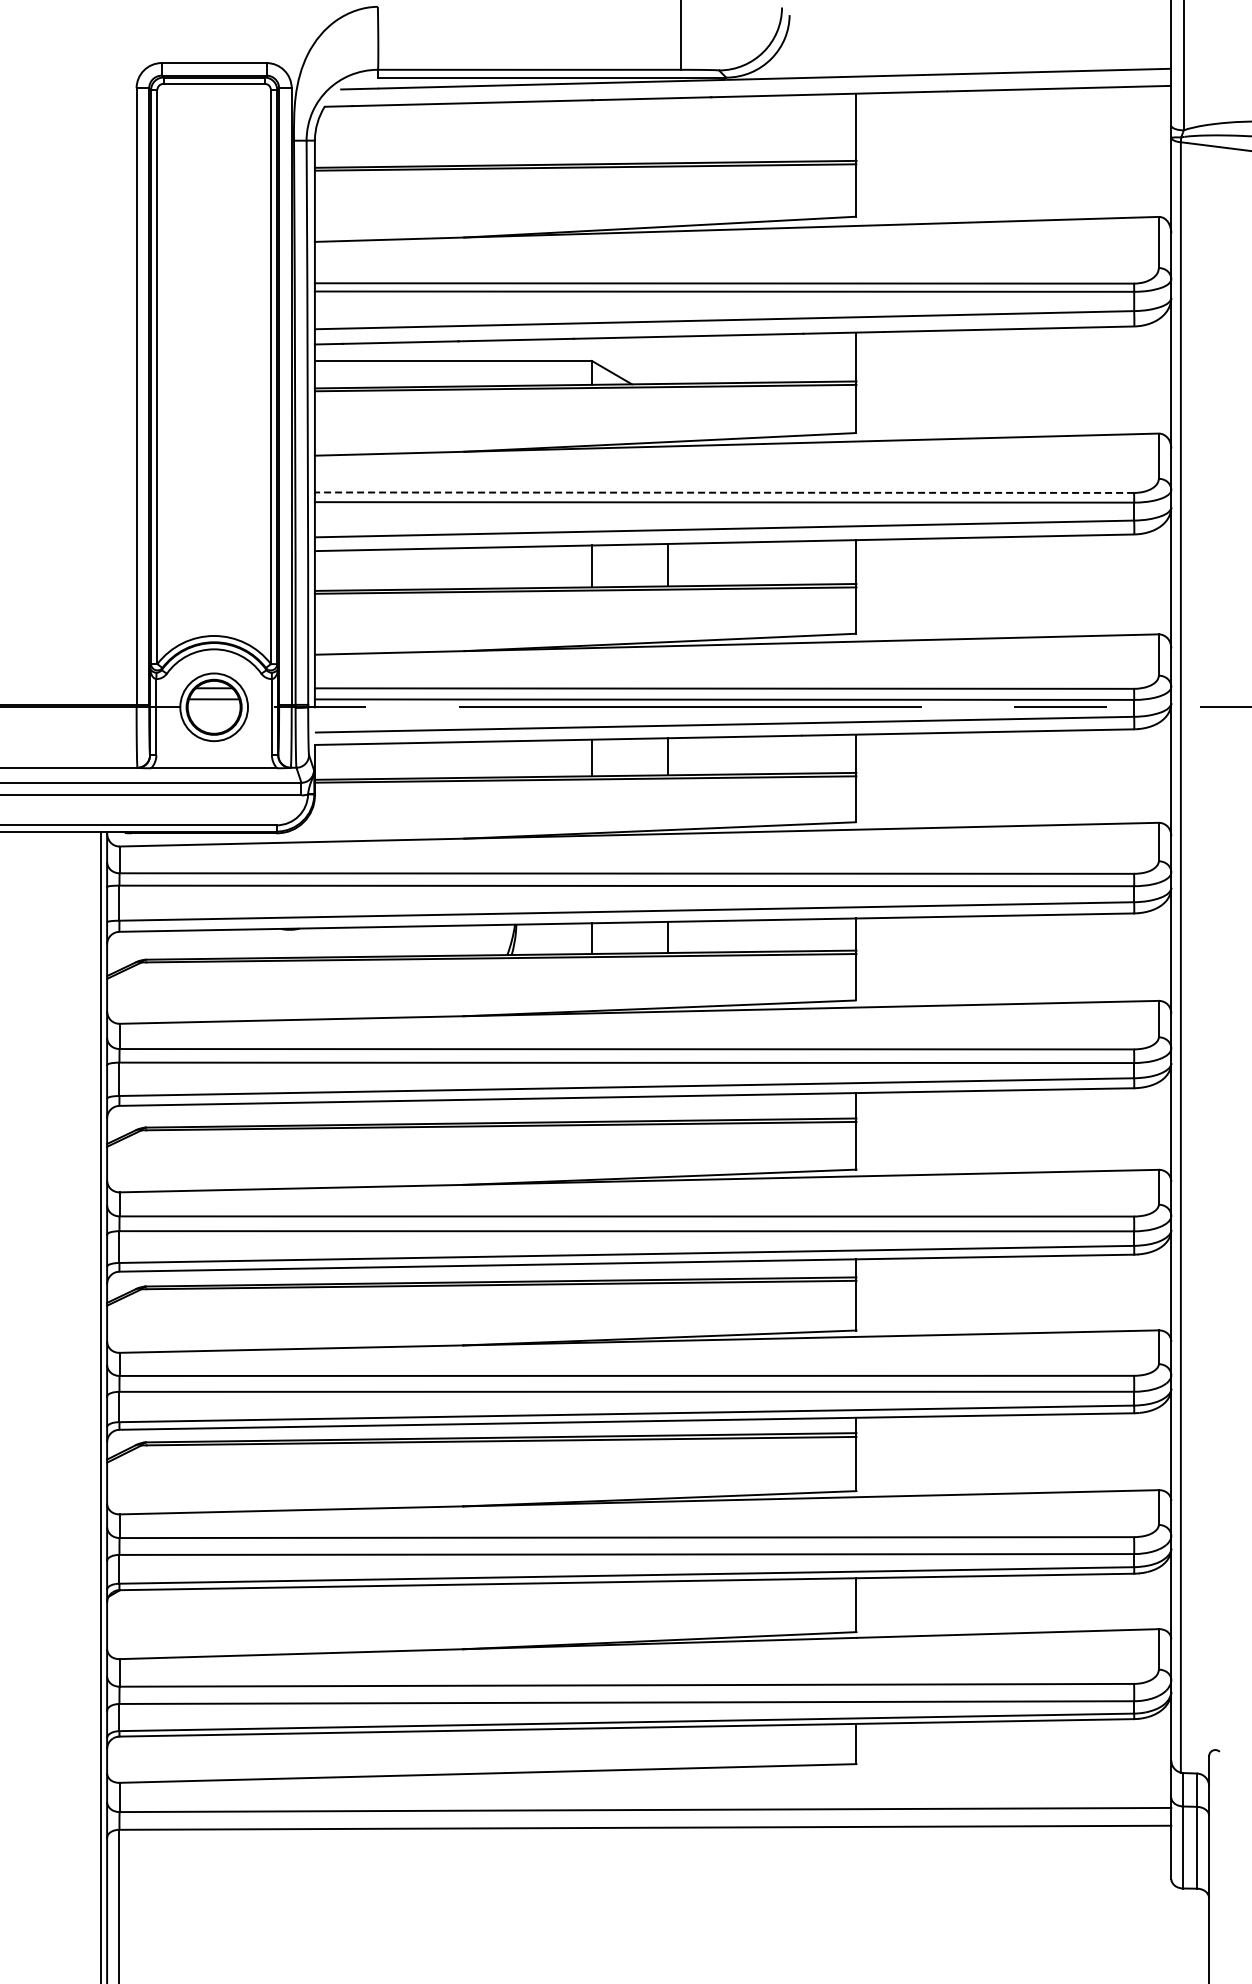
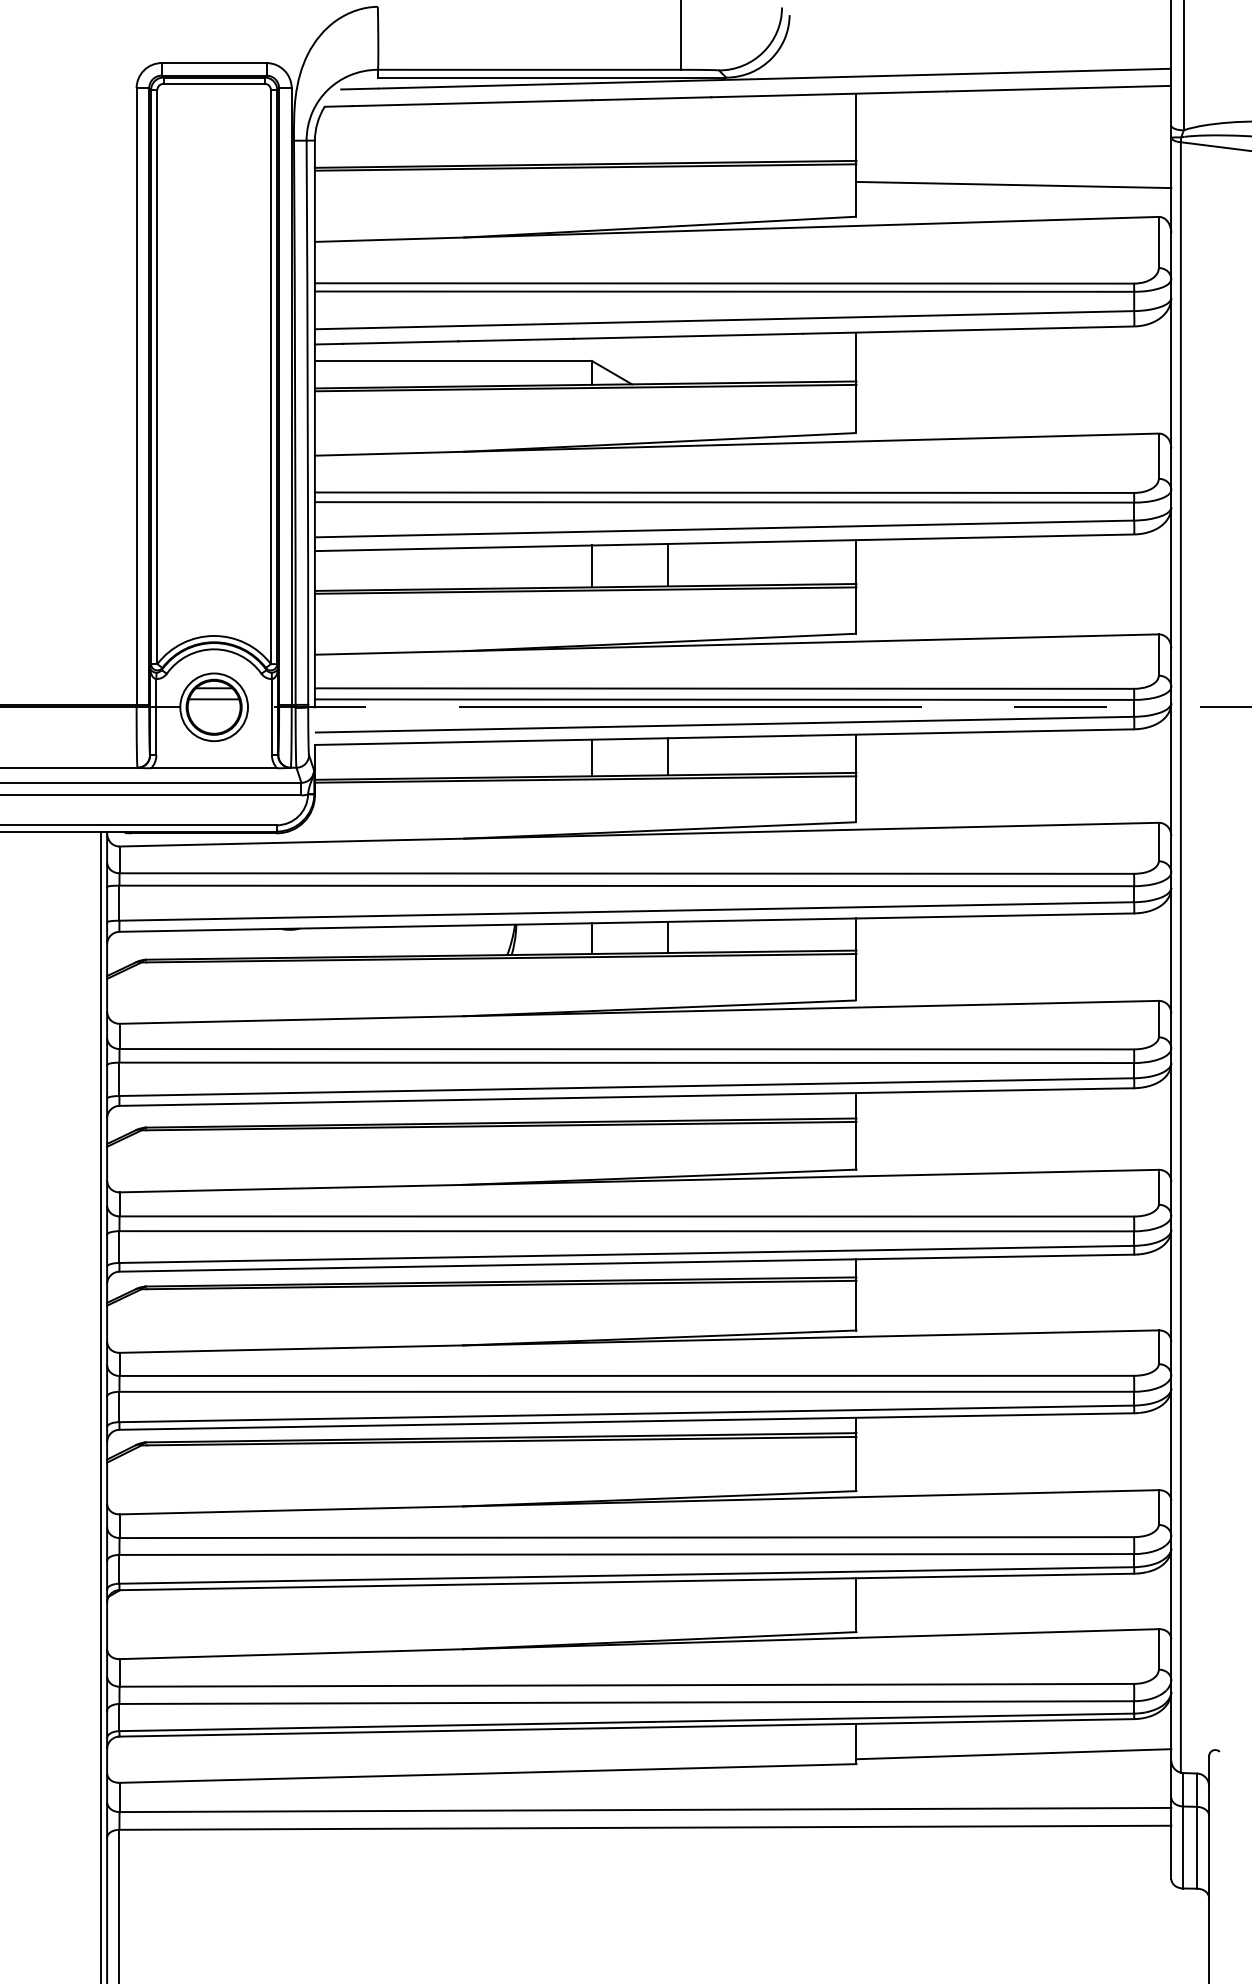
line at (1013, 184): none -> present
line at (724, 492): dashed -> solid
line at (1013, 1754): none -> present
